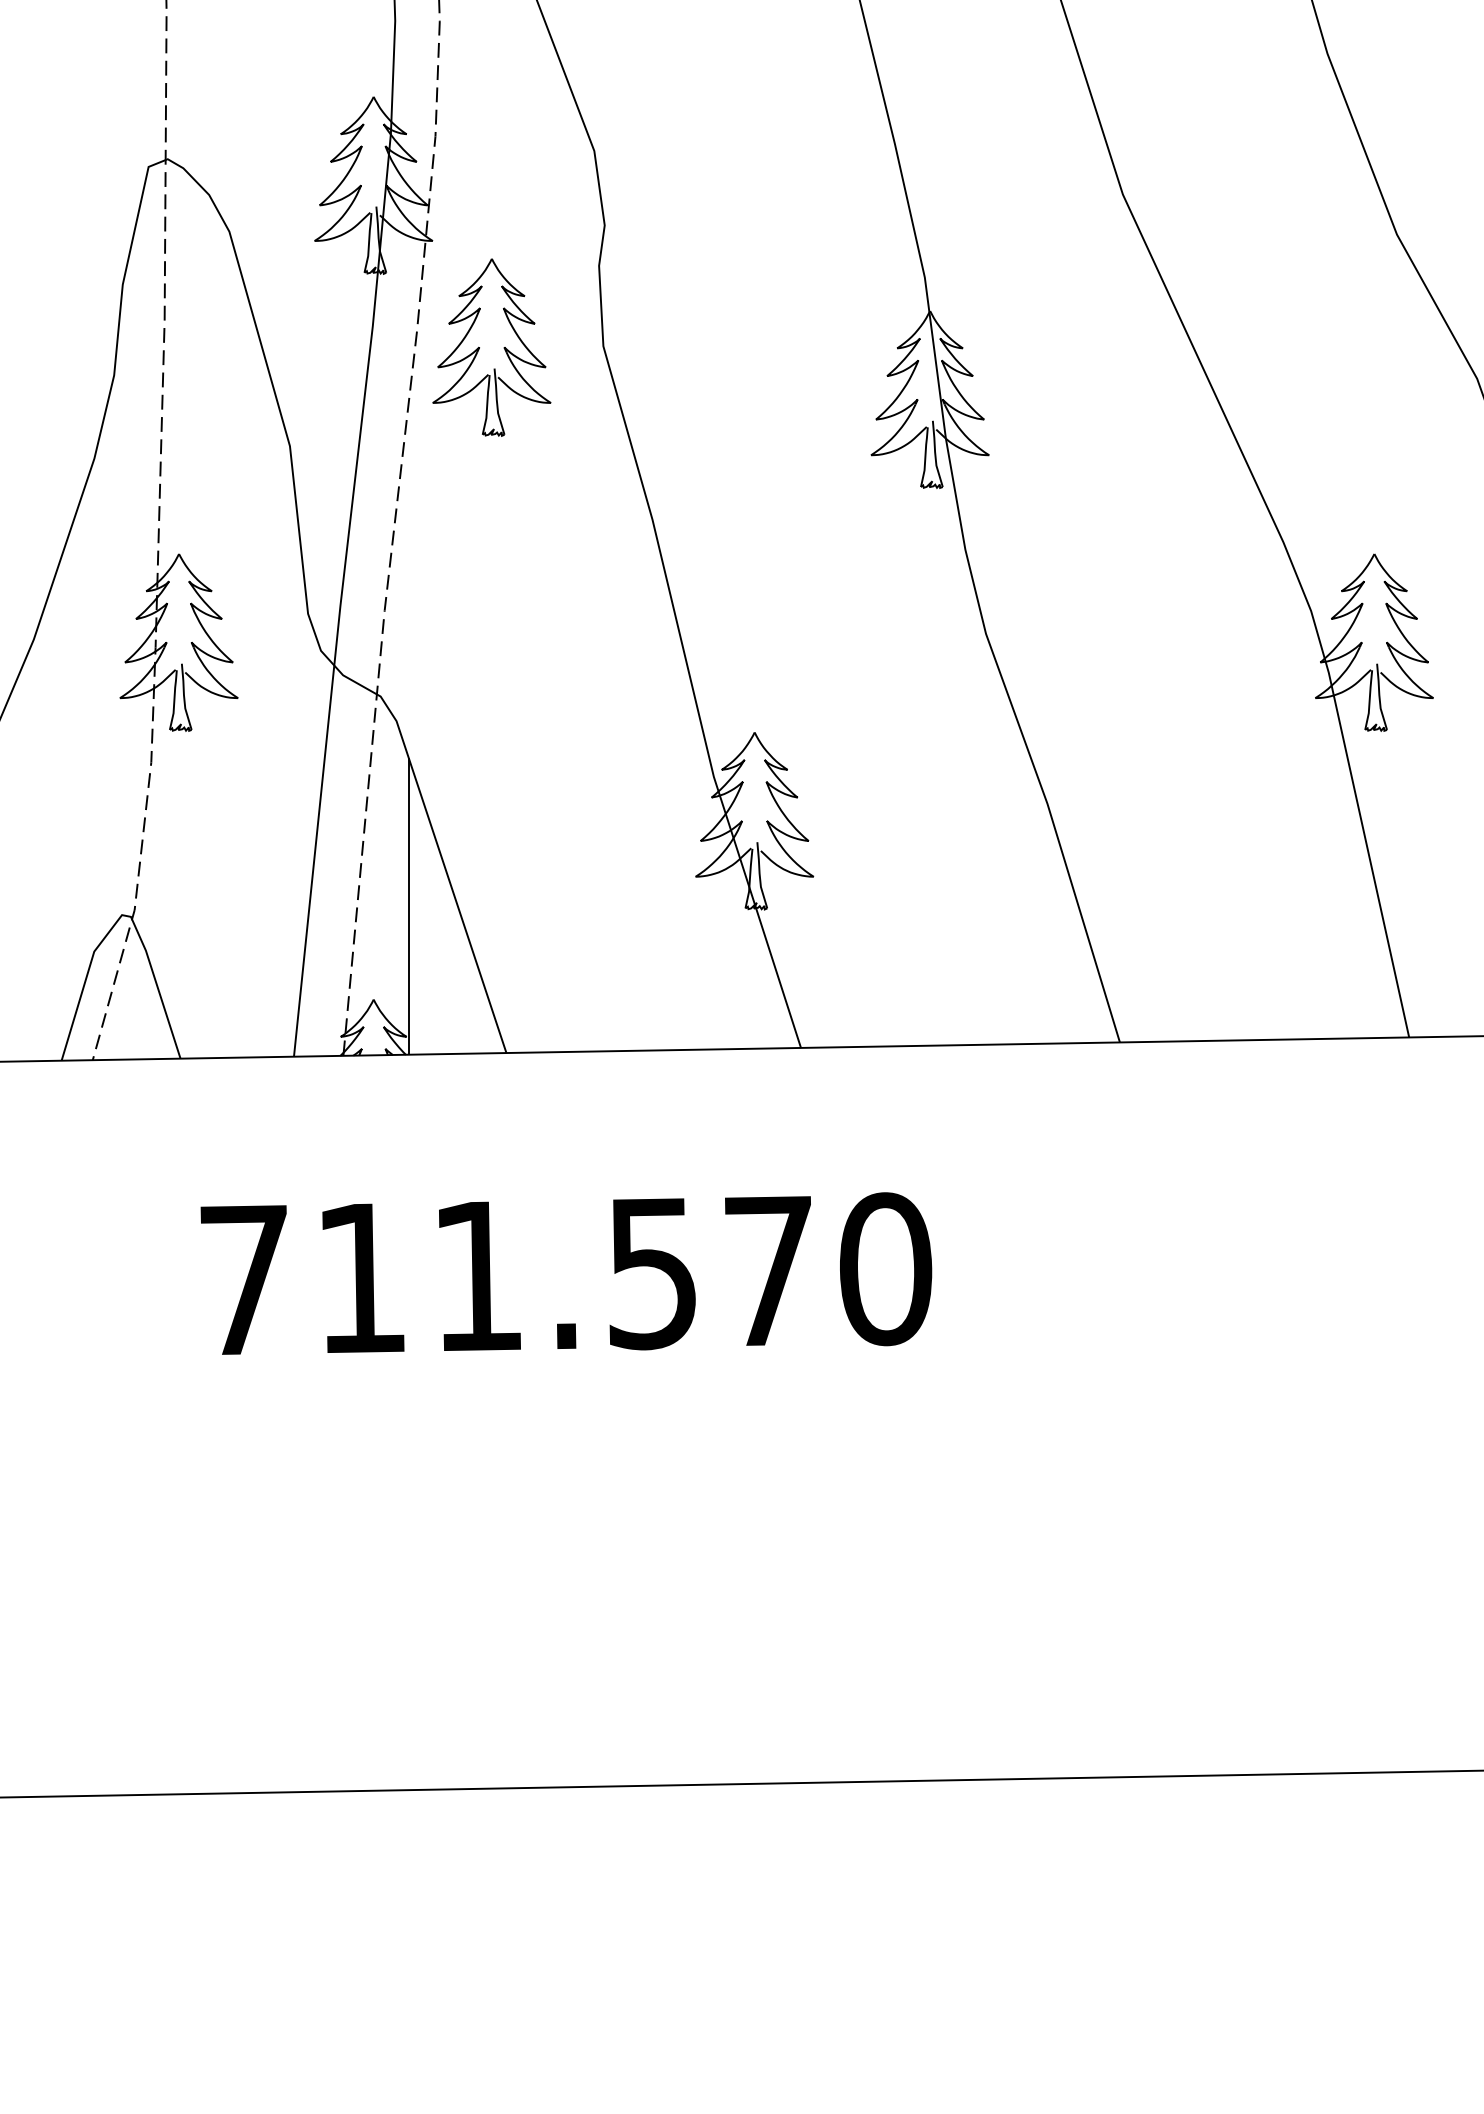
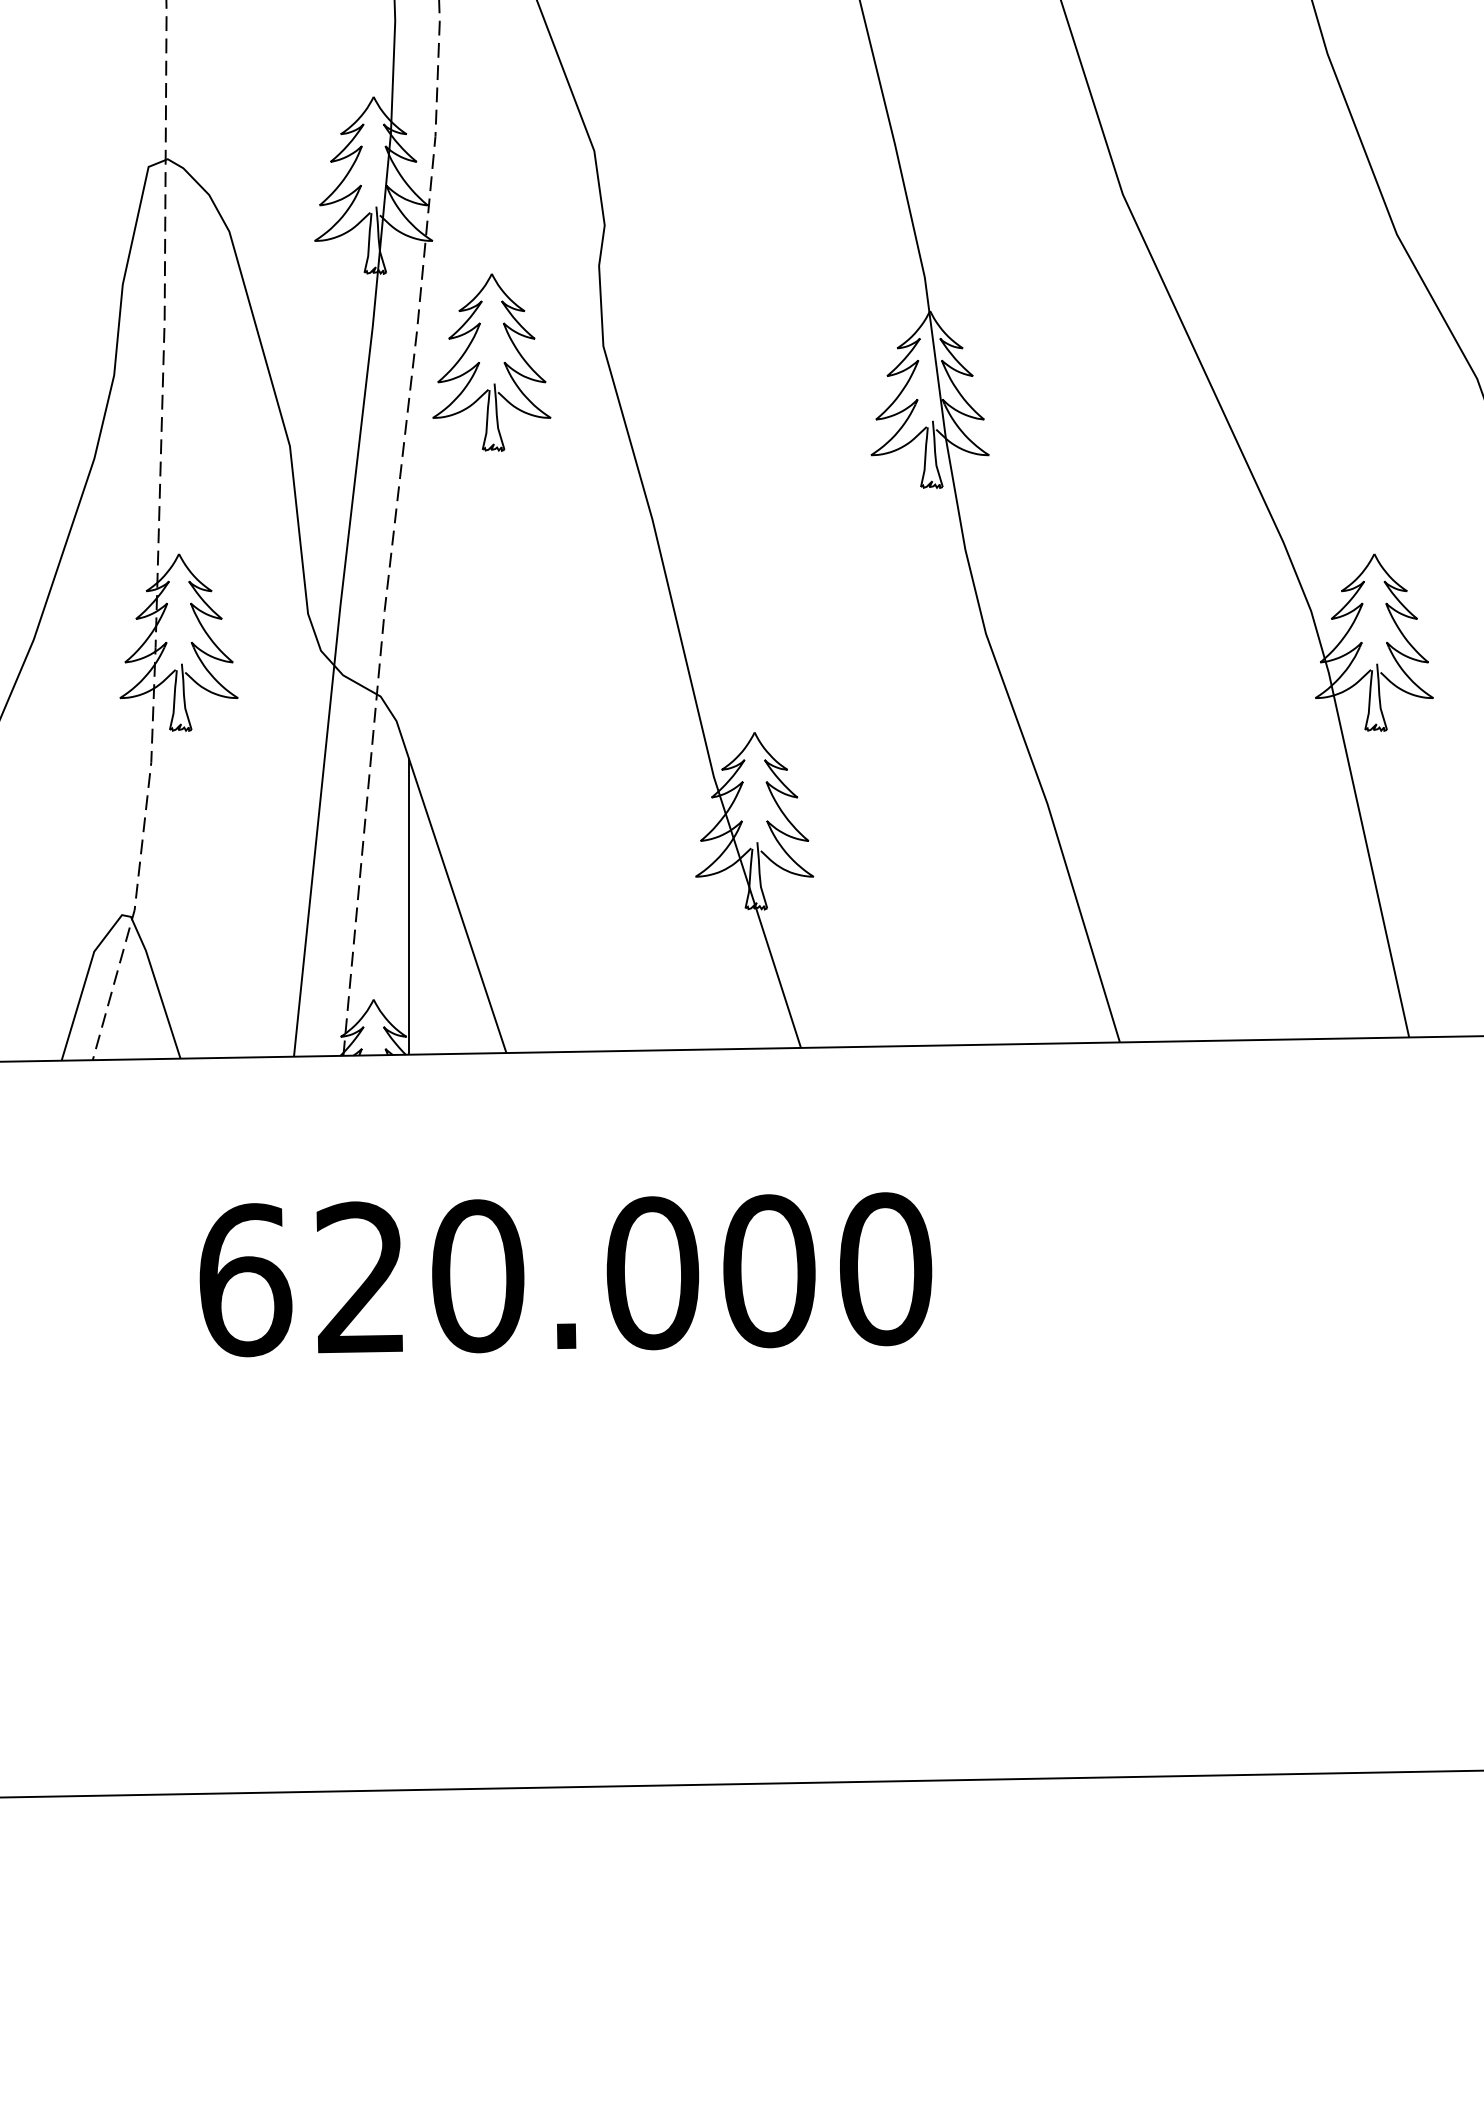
part at (491, 347) position: (491, 347) -> (491, 362)
text at (507, 1275): 711.570 -> 620.000
